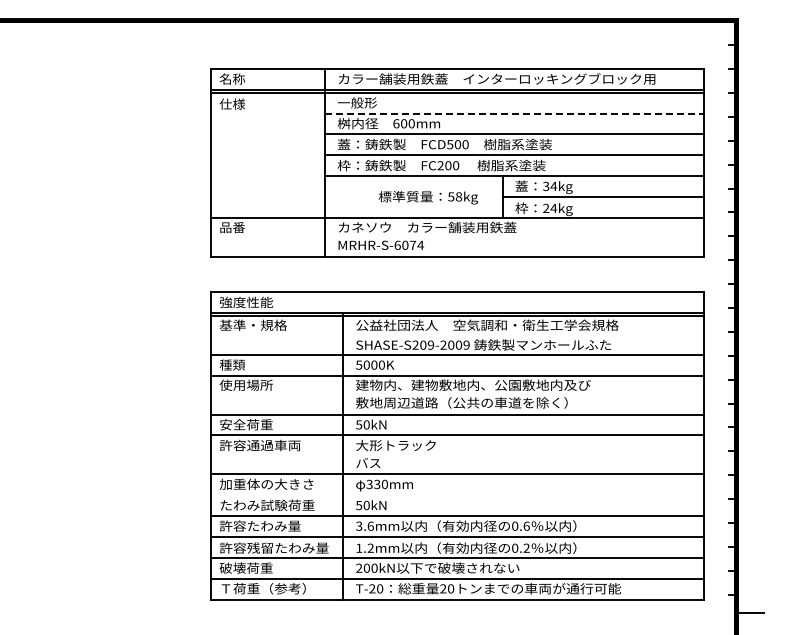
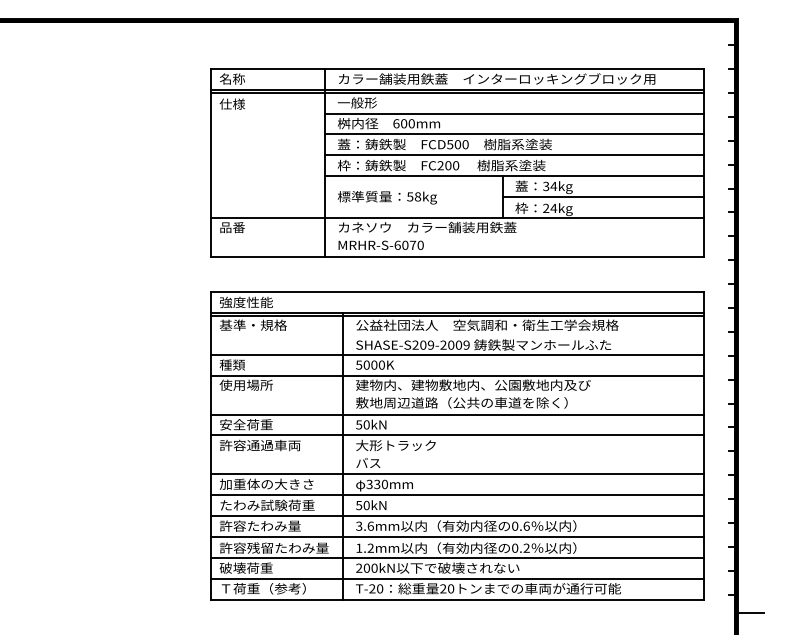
line at (514, 113): dashed -> solid
text at (427, 197) position: (427, 197) -> (386, 197)
text at (420, 244): MRHR-S-6074 -> MRHR-S-6070
line at (457, 495): none -> present
